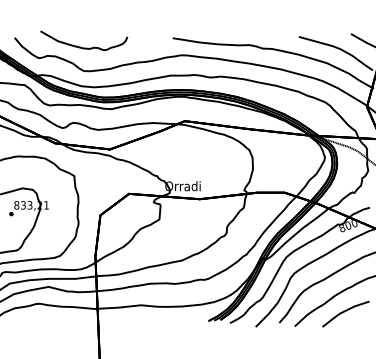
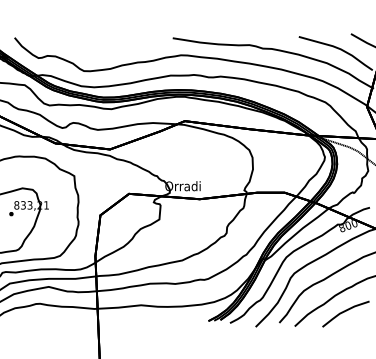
curve at (84, 47): present -> none
